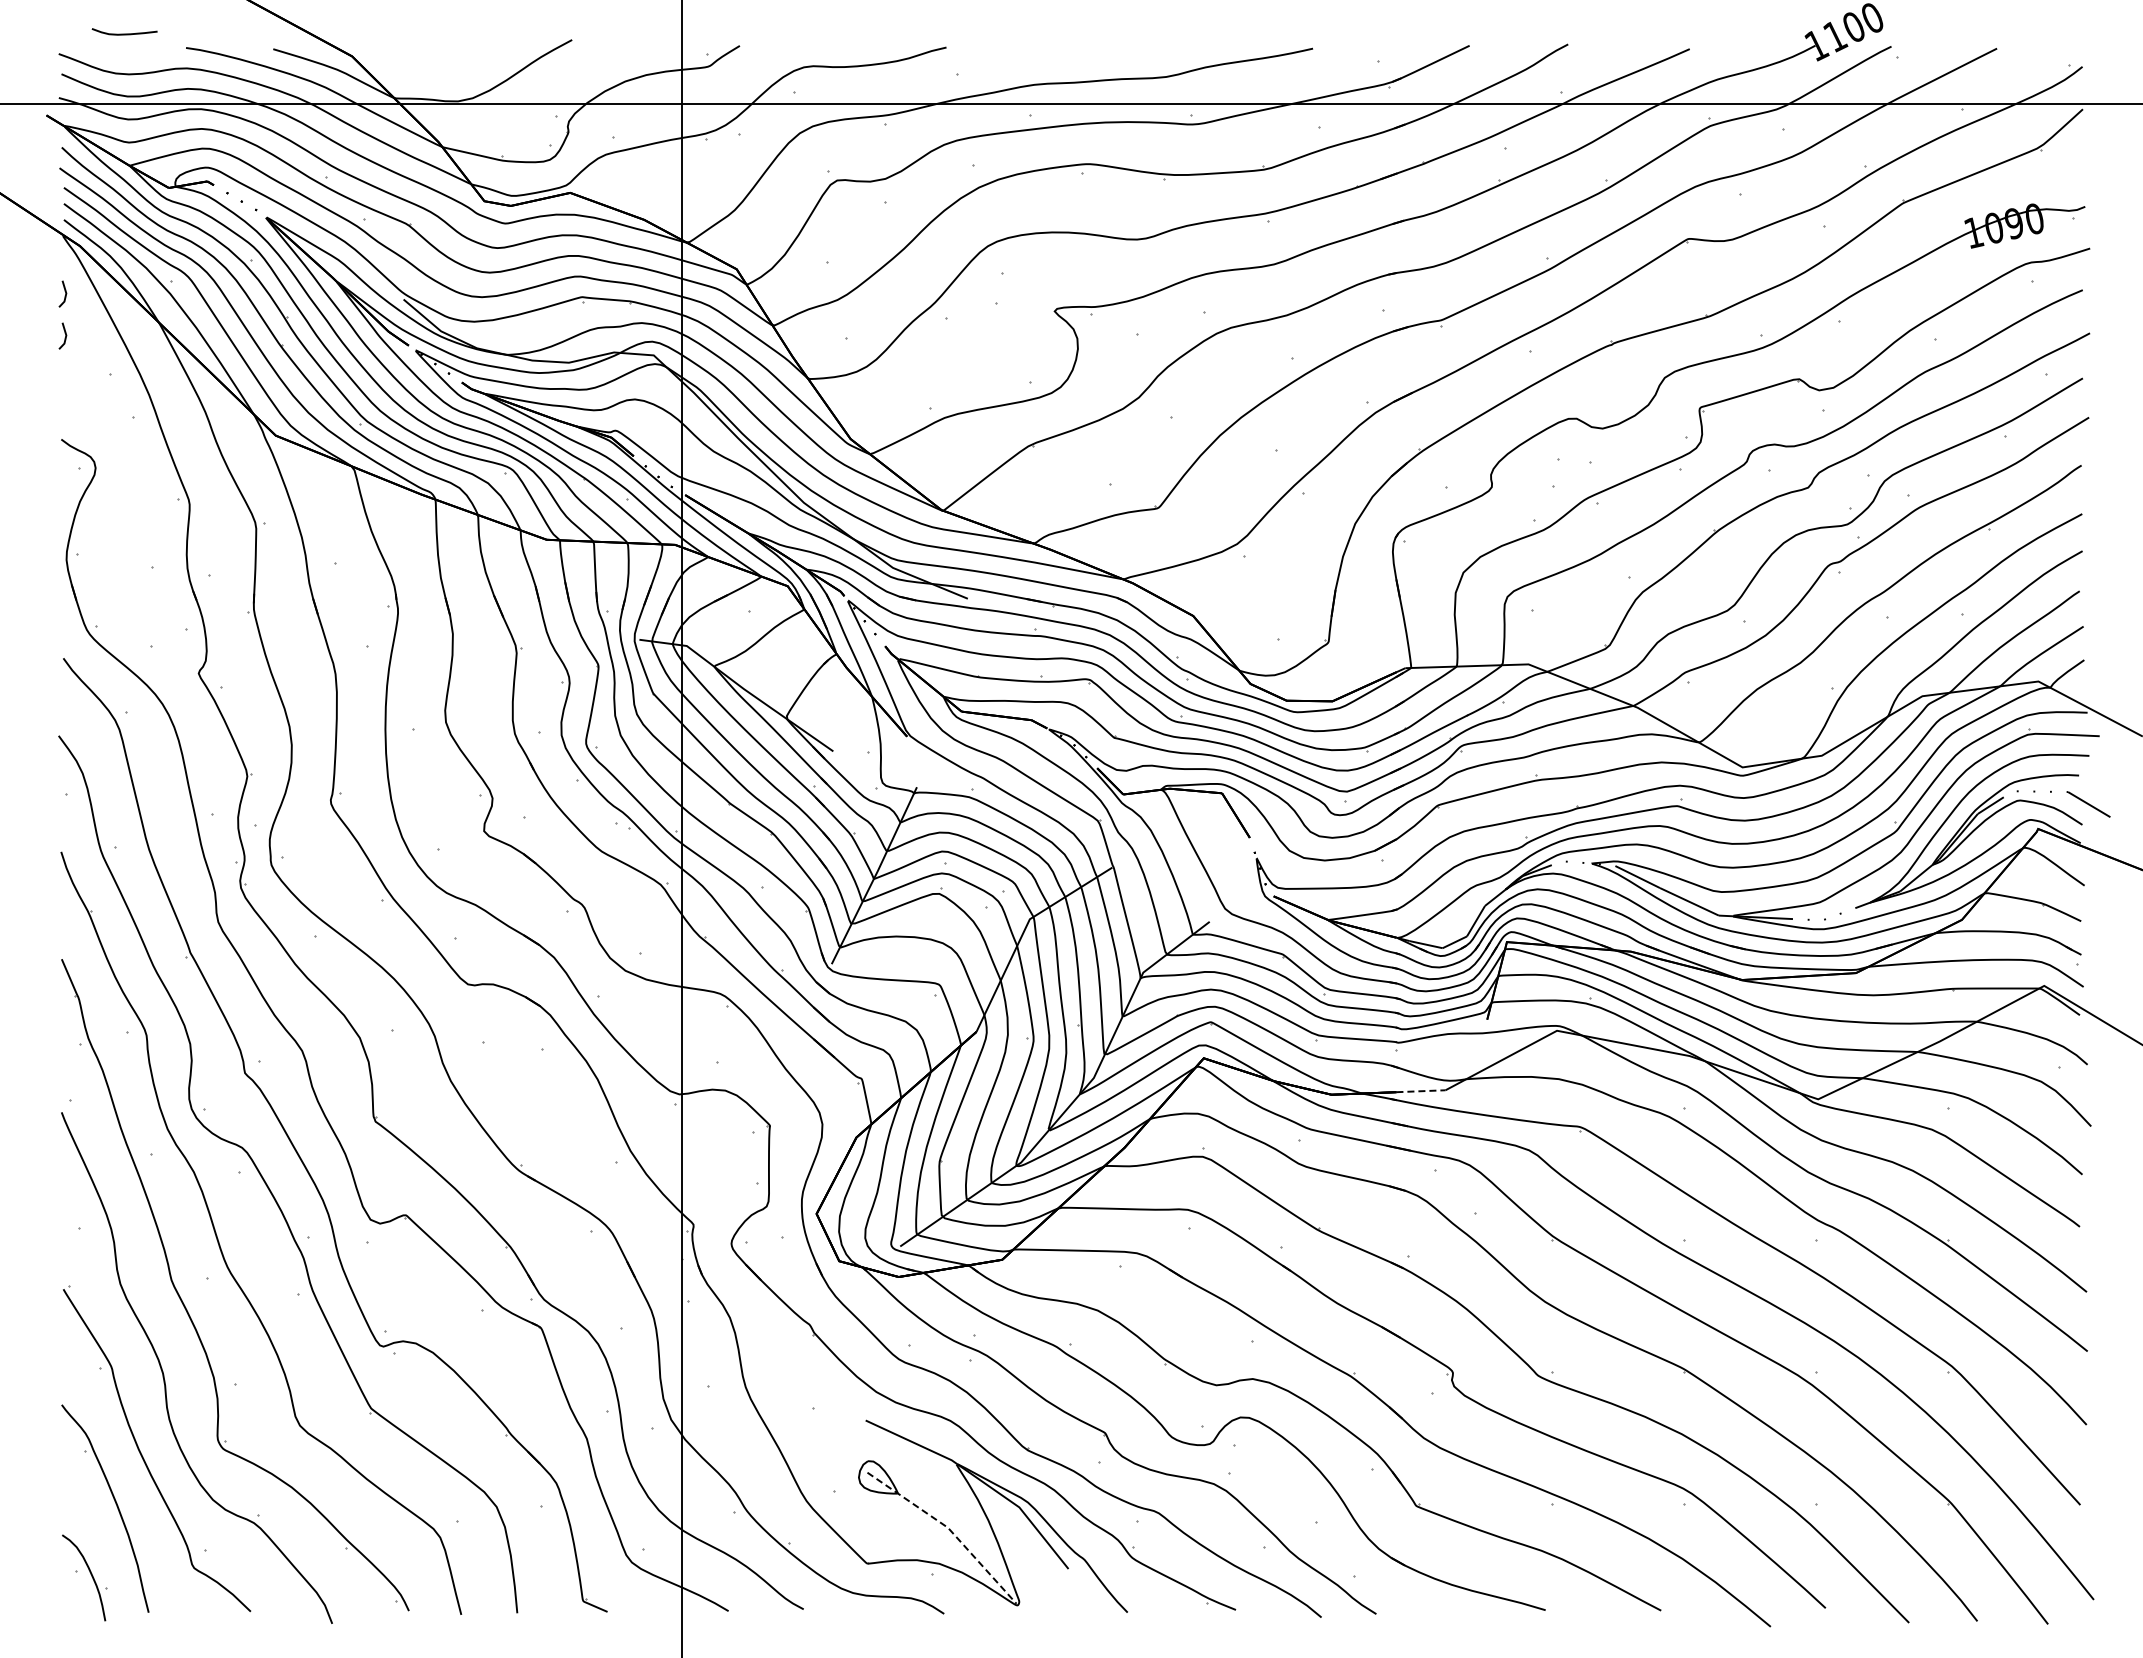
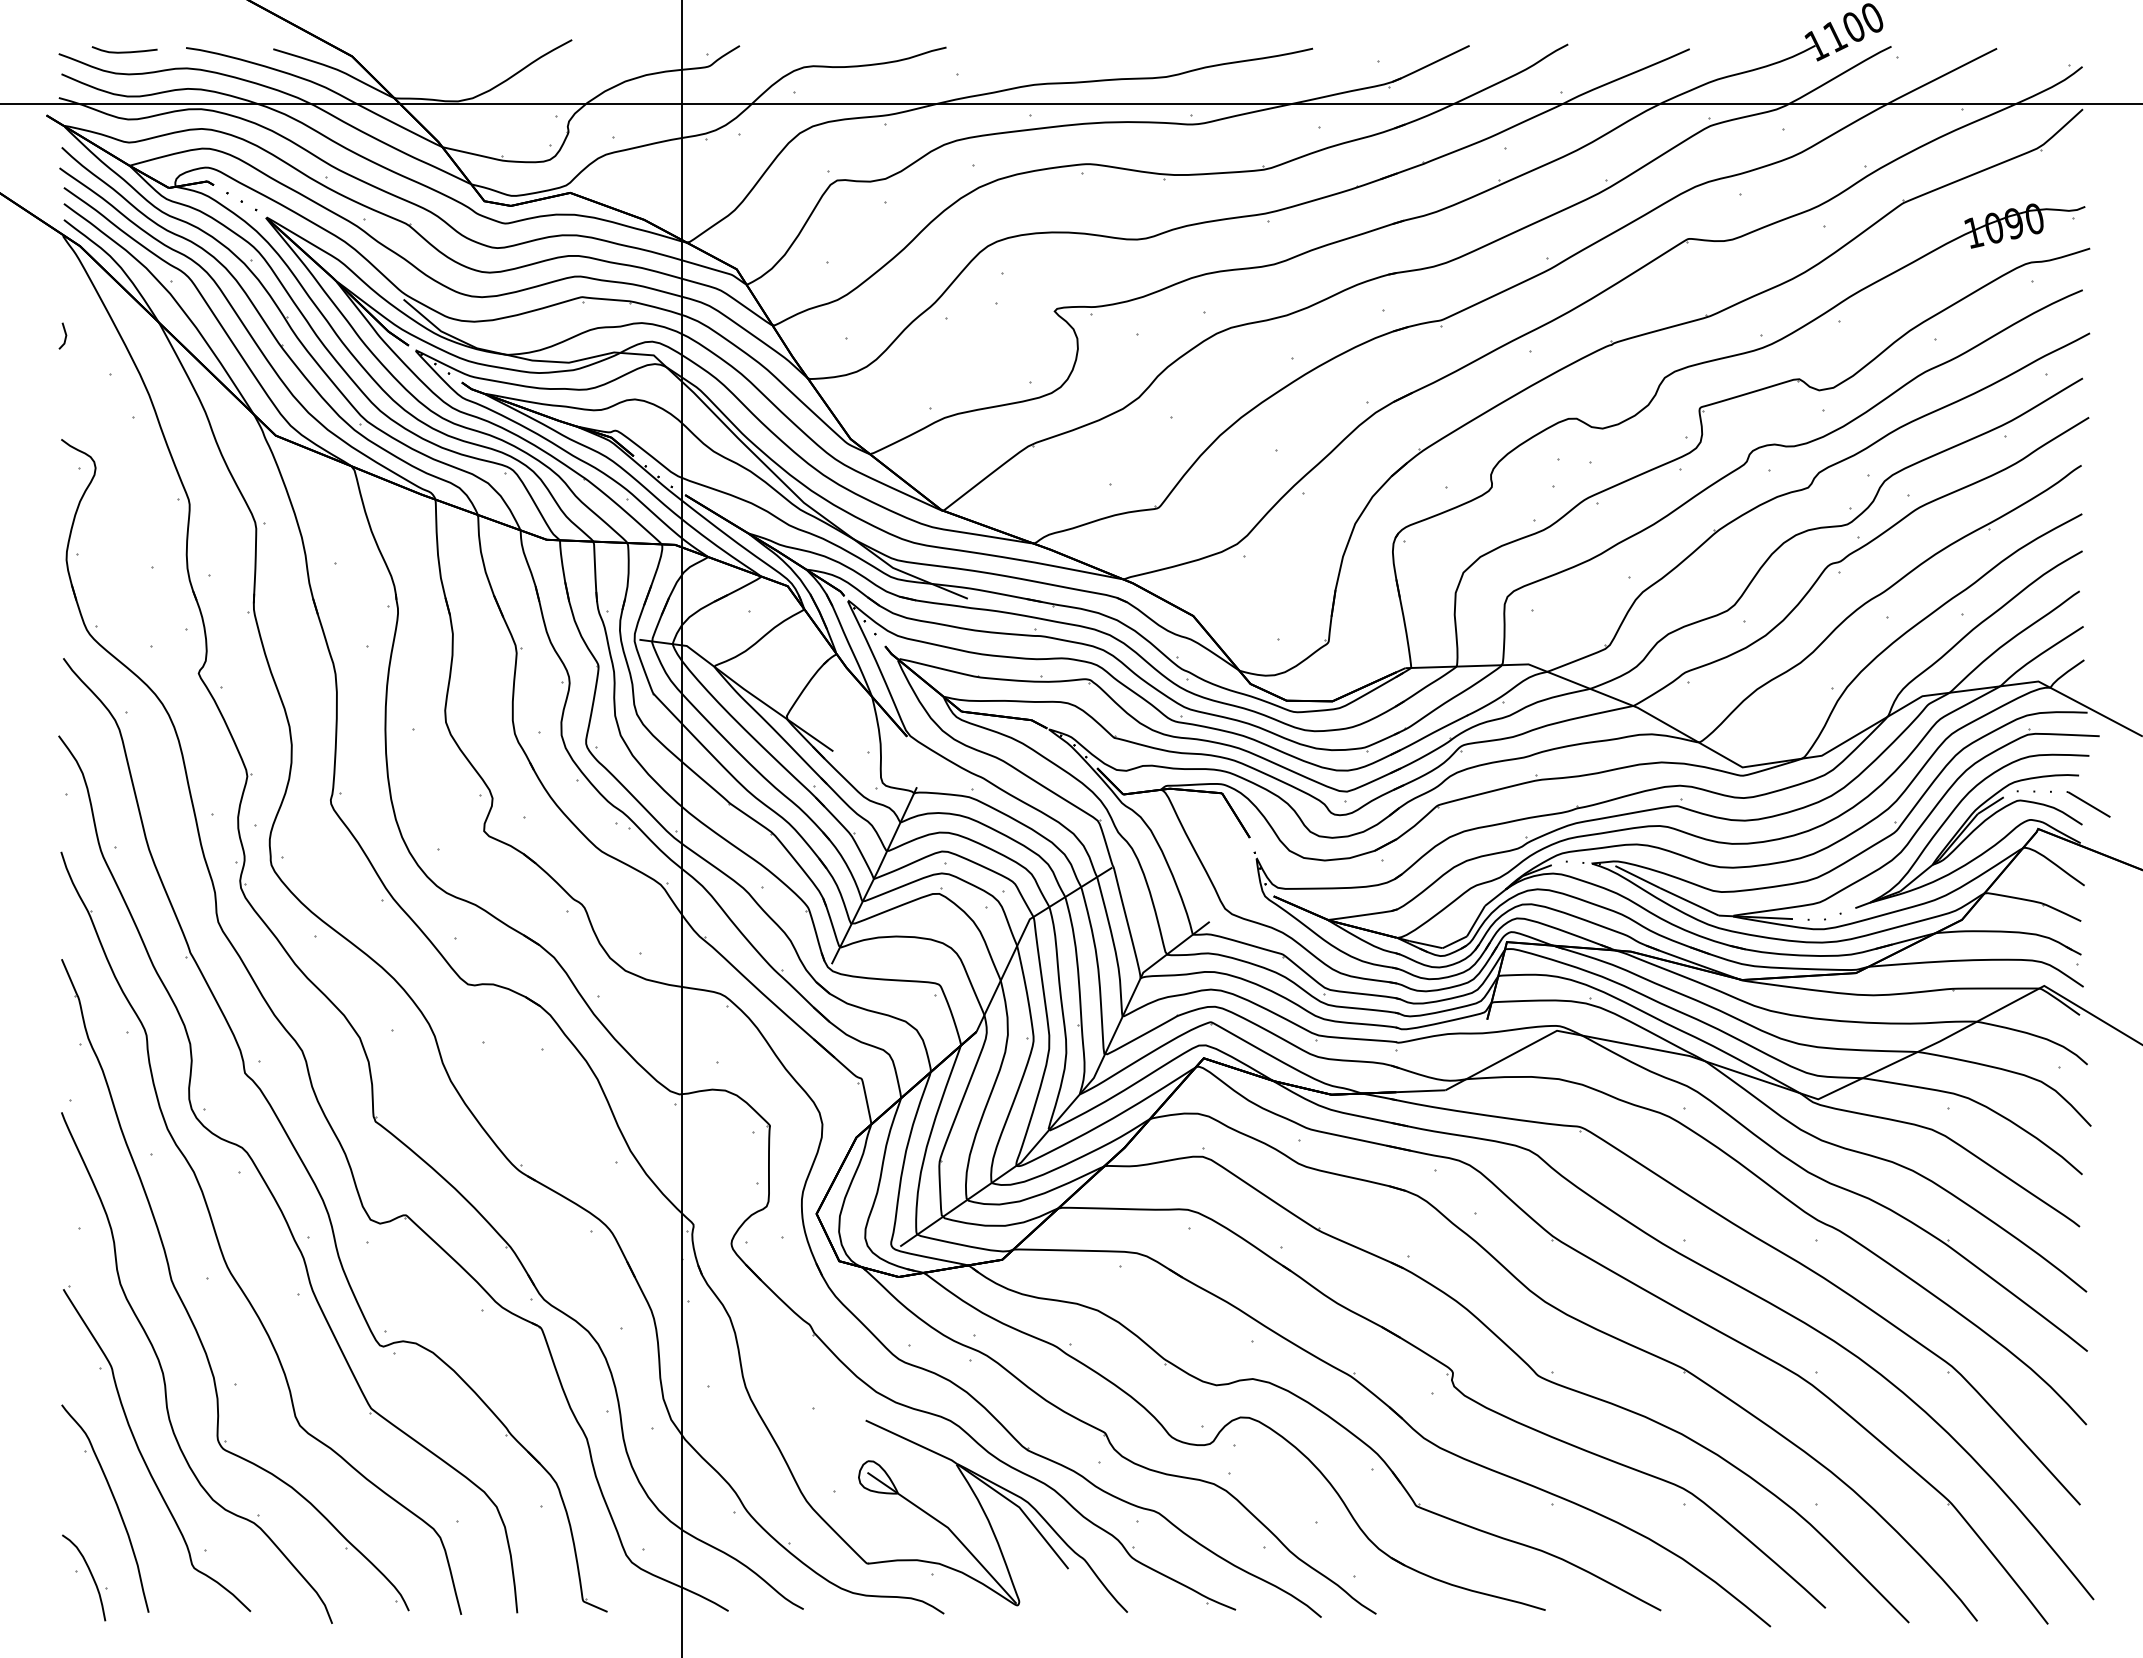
curve at (124, 33) position: (124, 33) -> (124, 51)
line at (64, 291): present -> none
line at (1421, 1091): dashed -> solid
line at (949, 1529): dashed -> solid
